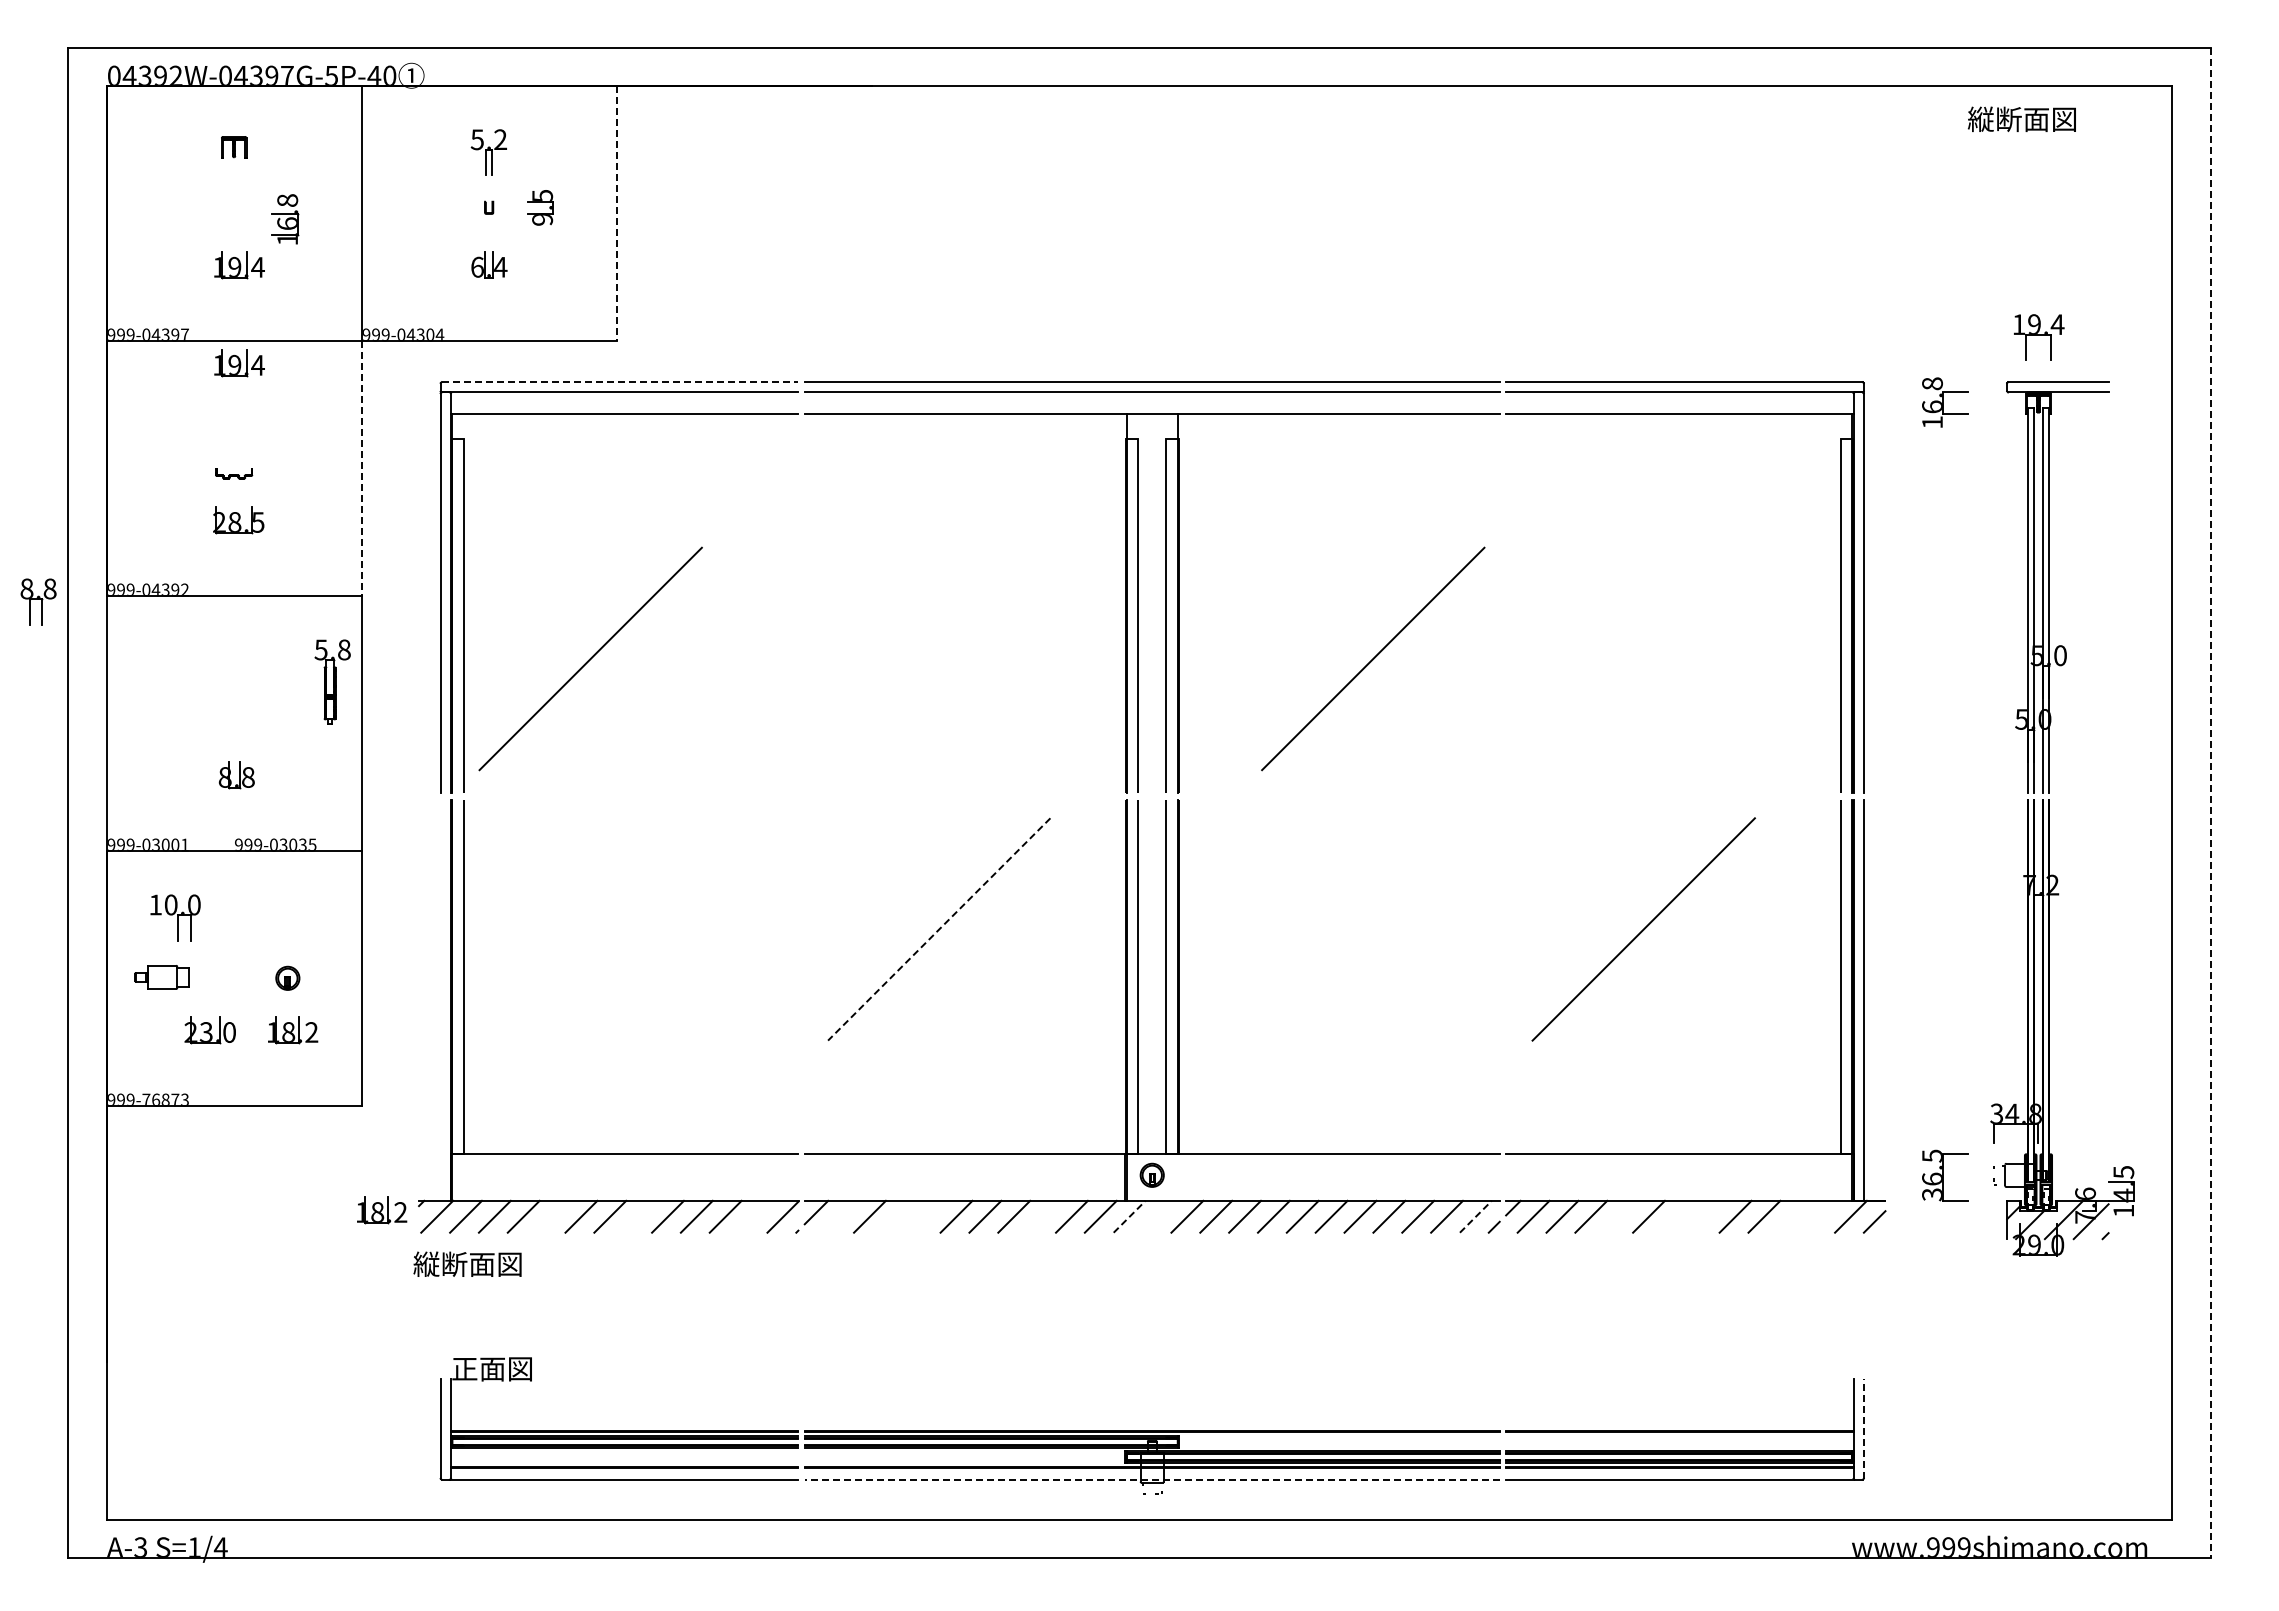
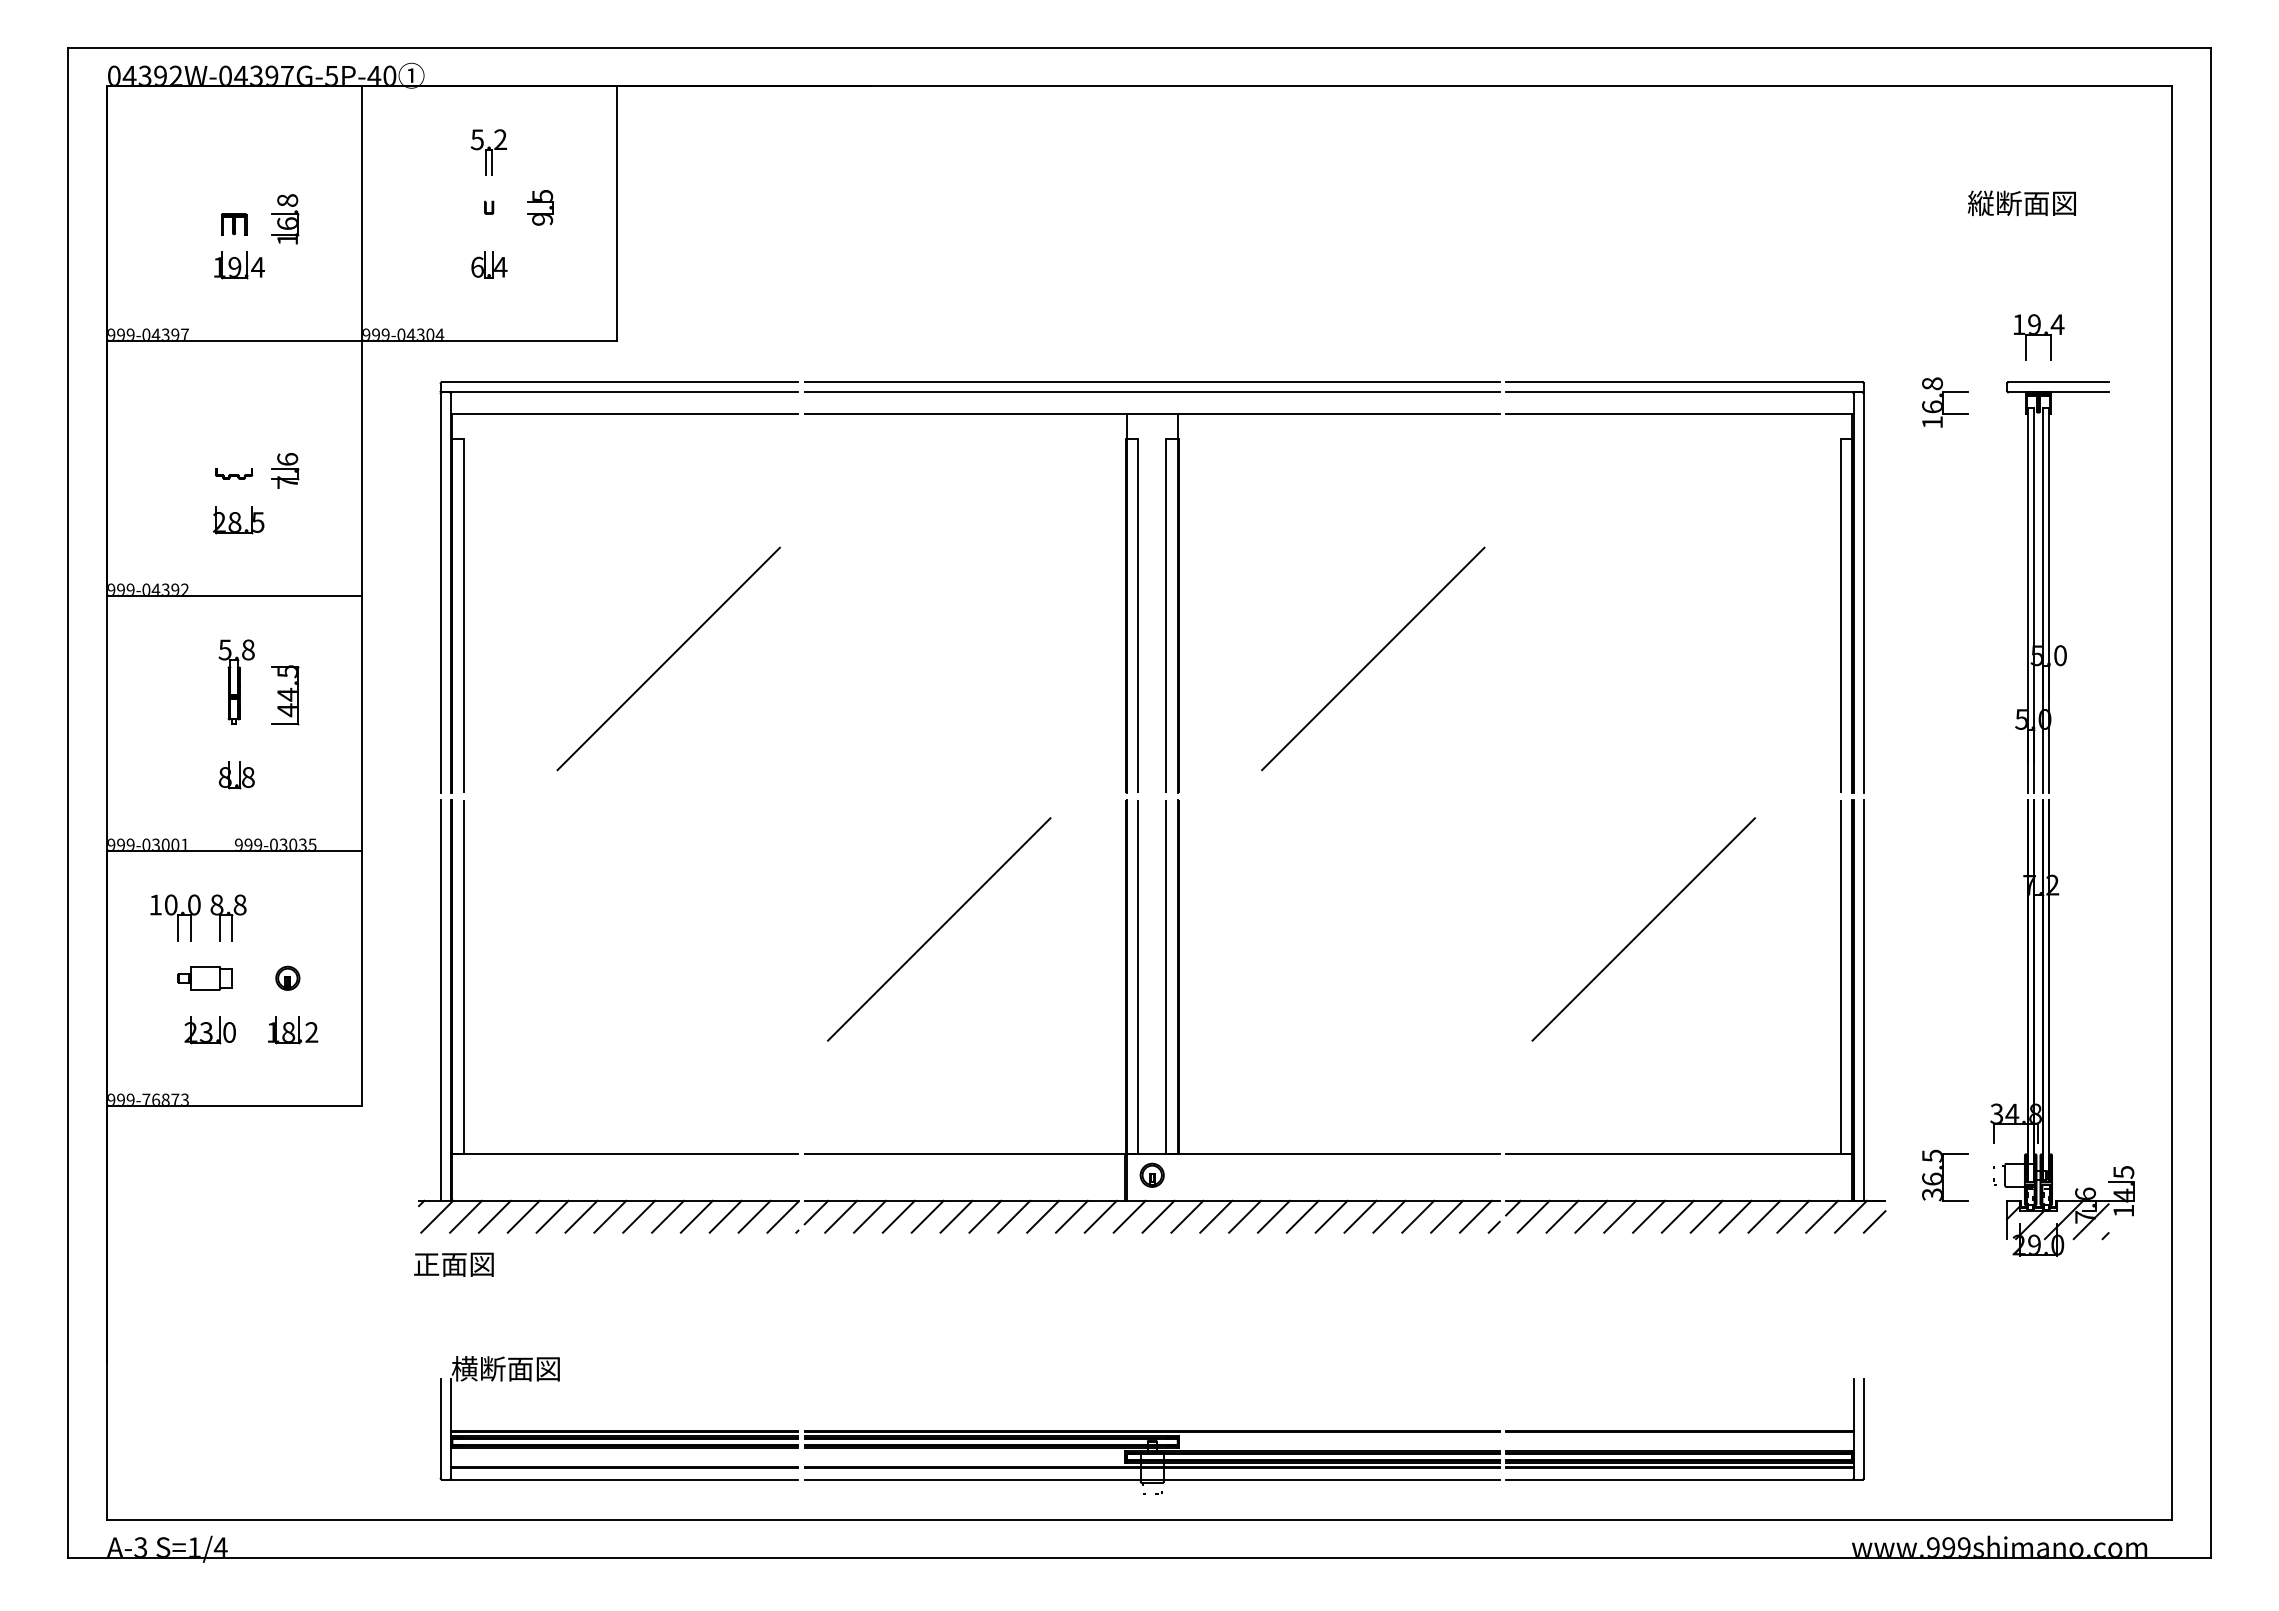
text at (2021, 118) position: (2021, 118) -> (2021, 202)
part at (234, 147) position: (234, 147) -> (234, 224)
line at (616, 213): dashed -> solid
part at (239, 363): present -> none
line at (620, 382): dashed -> solid
line at (361, 468): dashed -> solid
part at (285, 470): none -> present
part at (38, 601) position: (38, 601) -> (228, 917)
line at (590, 658) position: (590, 658) -> (668, 658)
part at (332, 681) position: (332, 681) -> (236, 681)
part at (285, 695): none -> present
line at (2210, 803): dashed -> solid
line at (938, 929): dashed -> solid
part at (161, 977) position: (161, 977) -> (204, 978)
line at (440, 999): none -> present
part at (382, 1210): present -> none
line at (552, 1216): none -> present
line at (639, 1216): none -> present
line at (754, 1216): none -> present
line at (841, 1216): none -> present
line at (898, 1216): none -> present
line at (927, 1216): none -> present
line at (1043, 1216): none -> present
line at (1129, 1216): dashed -> solid
line at (1158, 1216): none -> present
line at (1475, 1216): dashed -> solid
line at (1620, 1216): none -> present
line at (1677, 1216): none -> present
line at (1706, 1216): none -> present
line at (1793, 1216): none -> present
line at (1822, 1216): none -> present
text at (467, 1263): 縦断面図 -> 正面図
text at (505, 1368): 正面図 -> 横断面図
line at (1863, 1429): dashed -> solid
line at (1151, 1479): dashed -> solid
